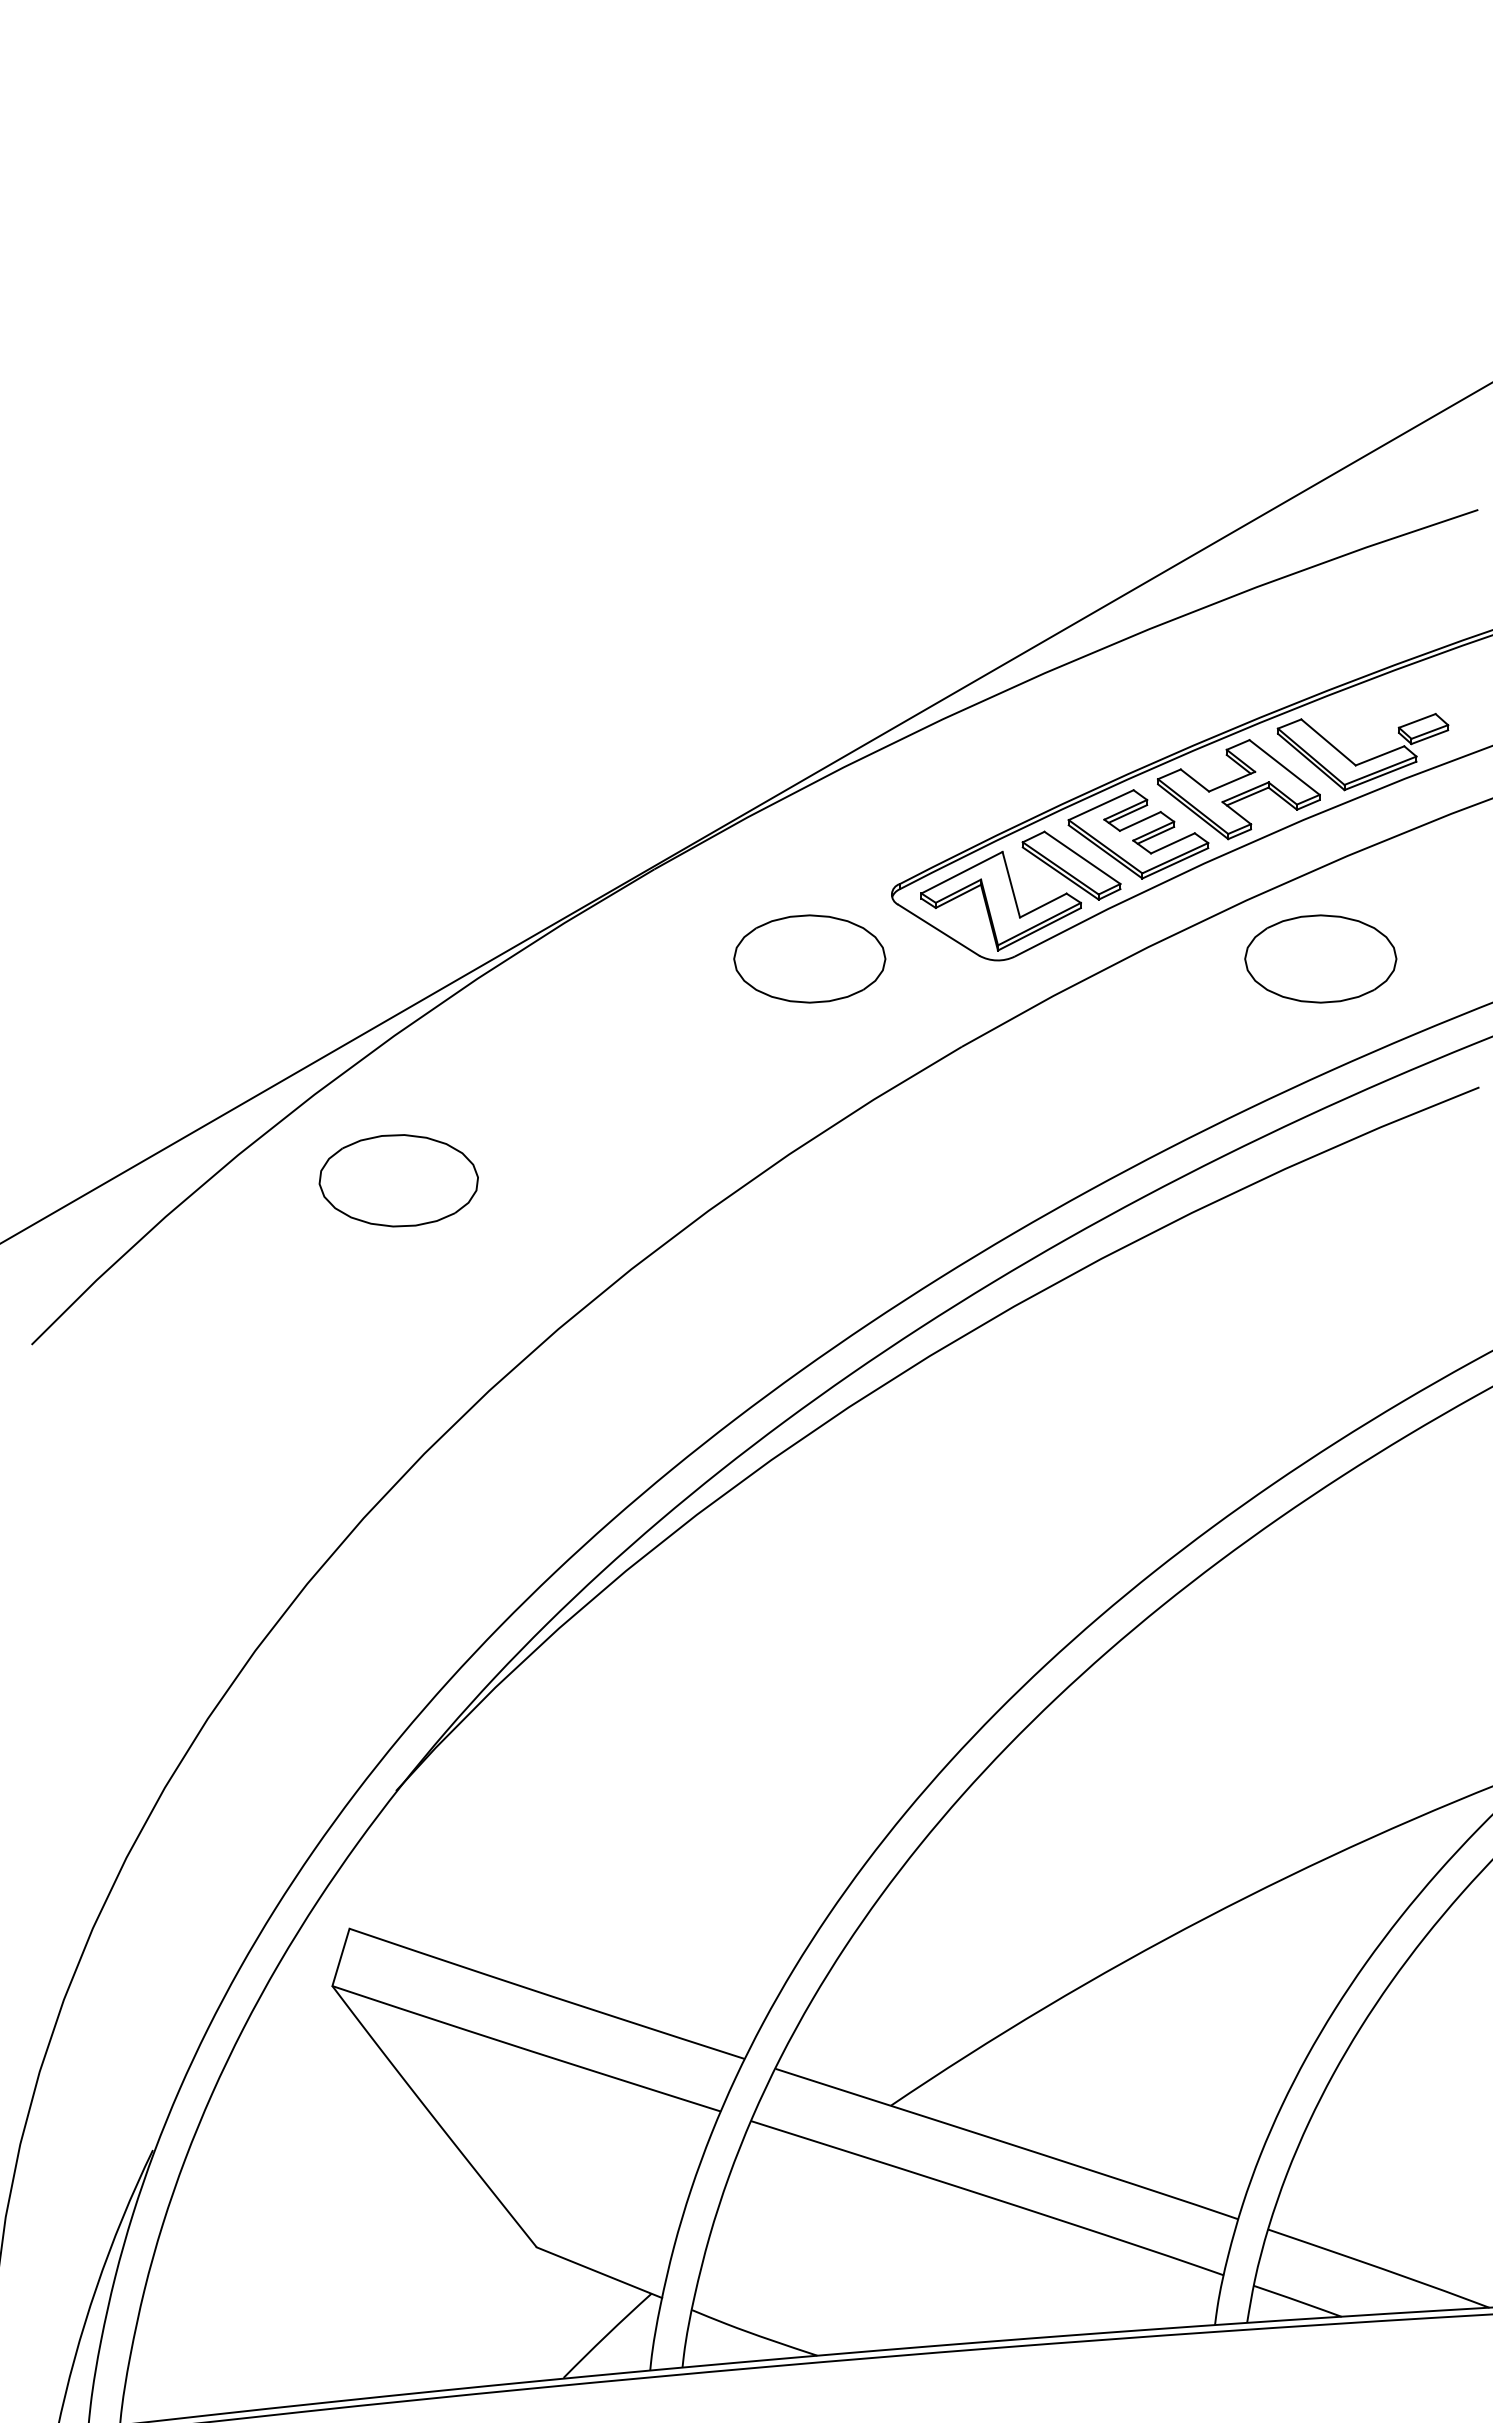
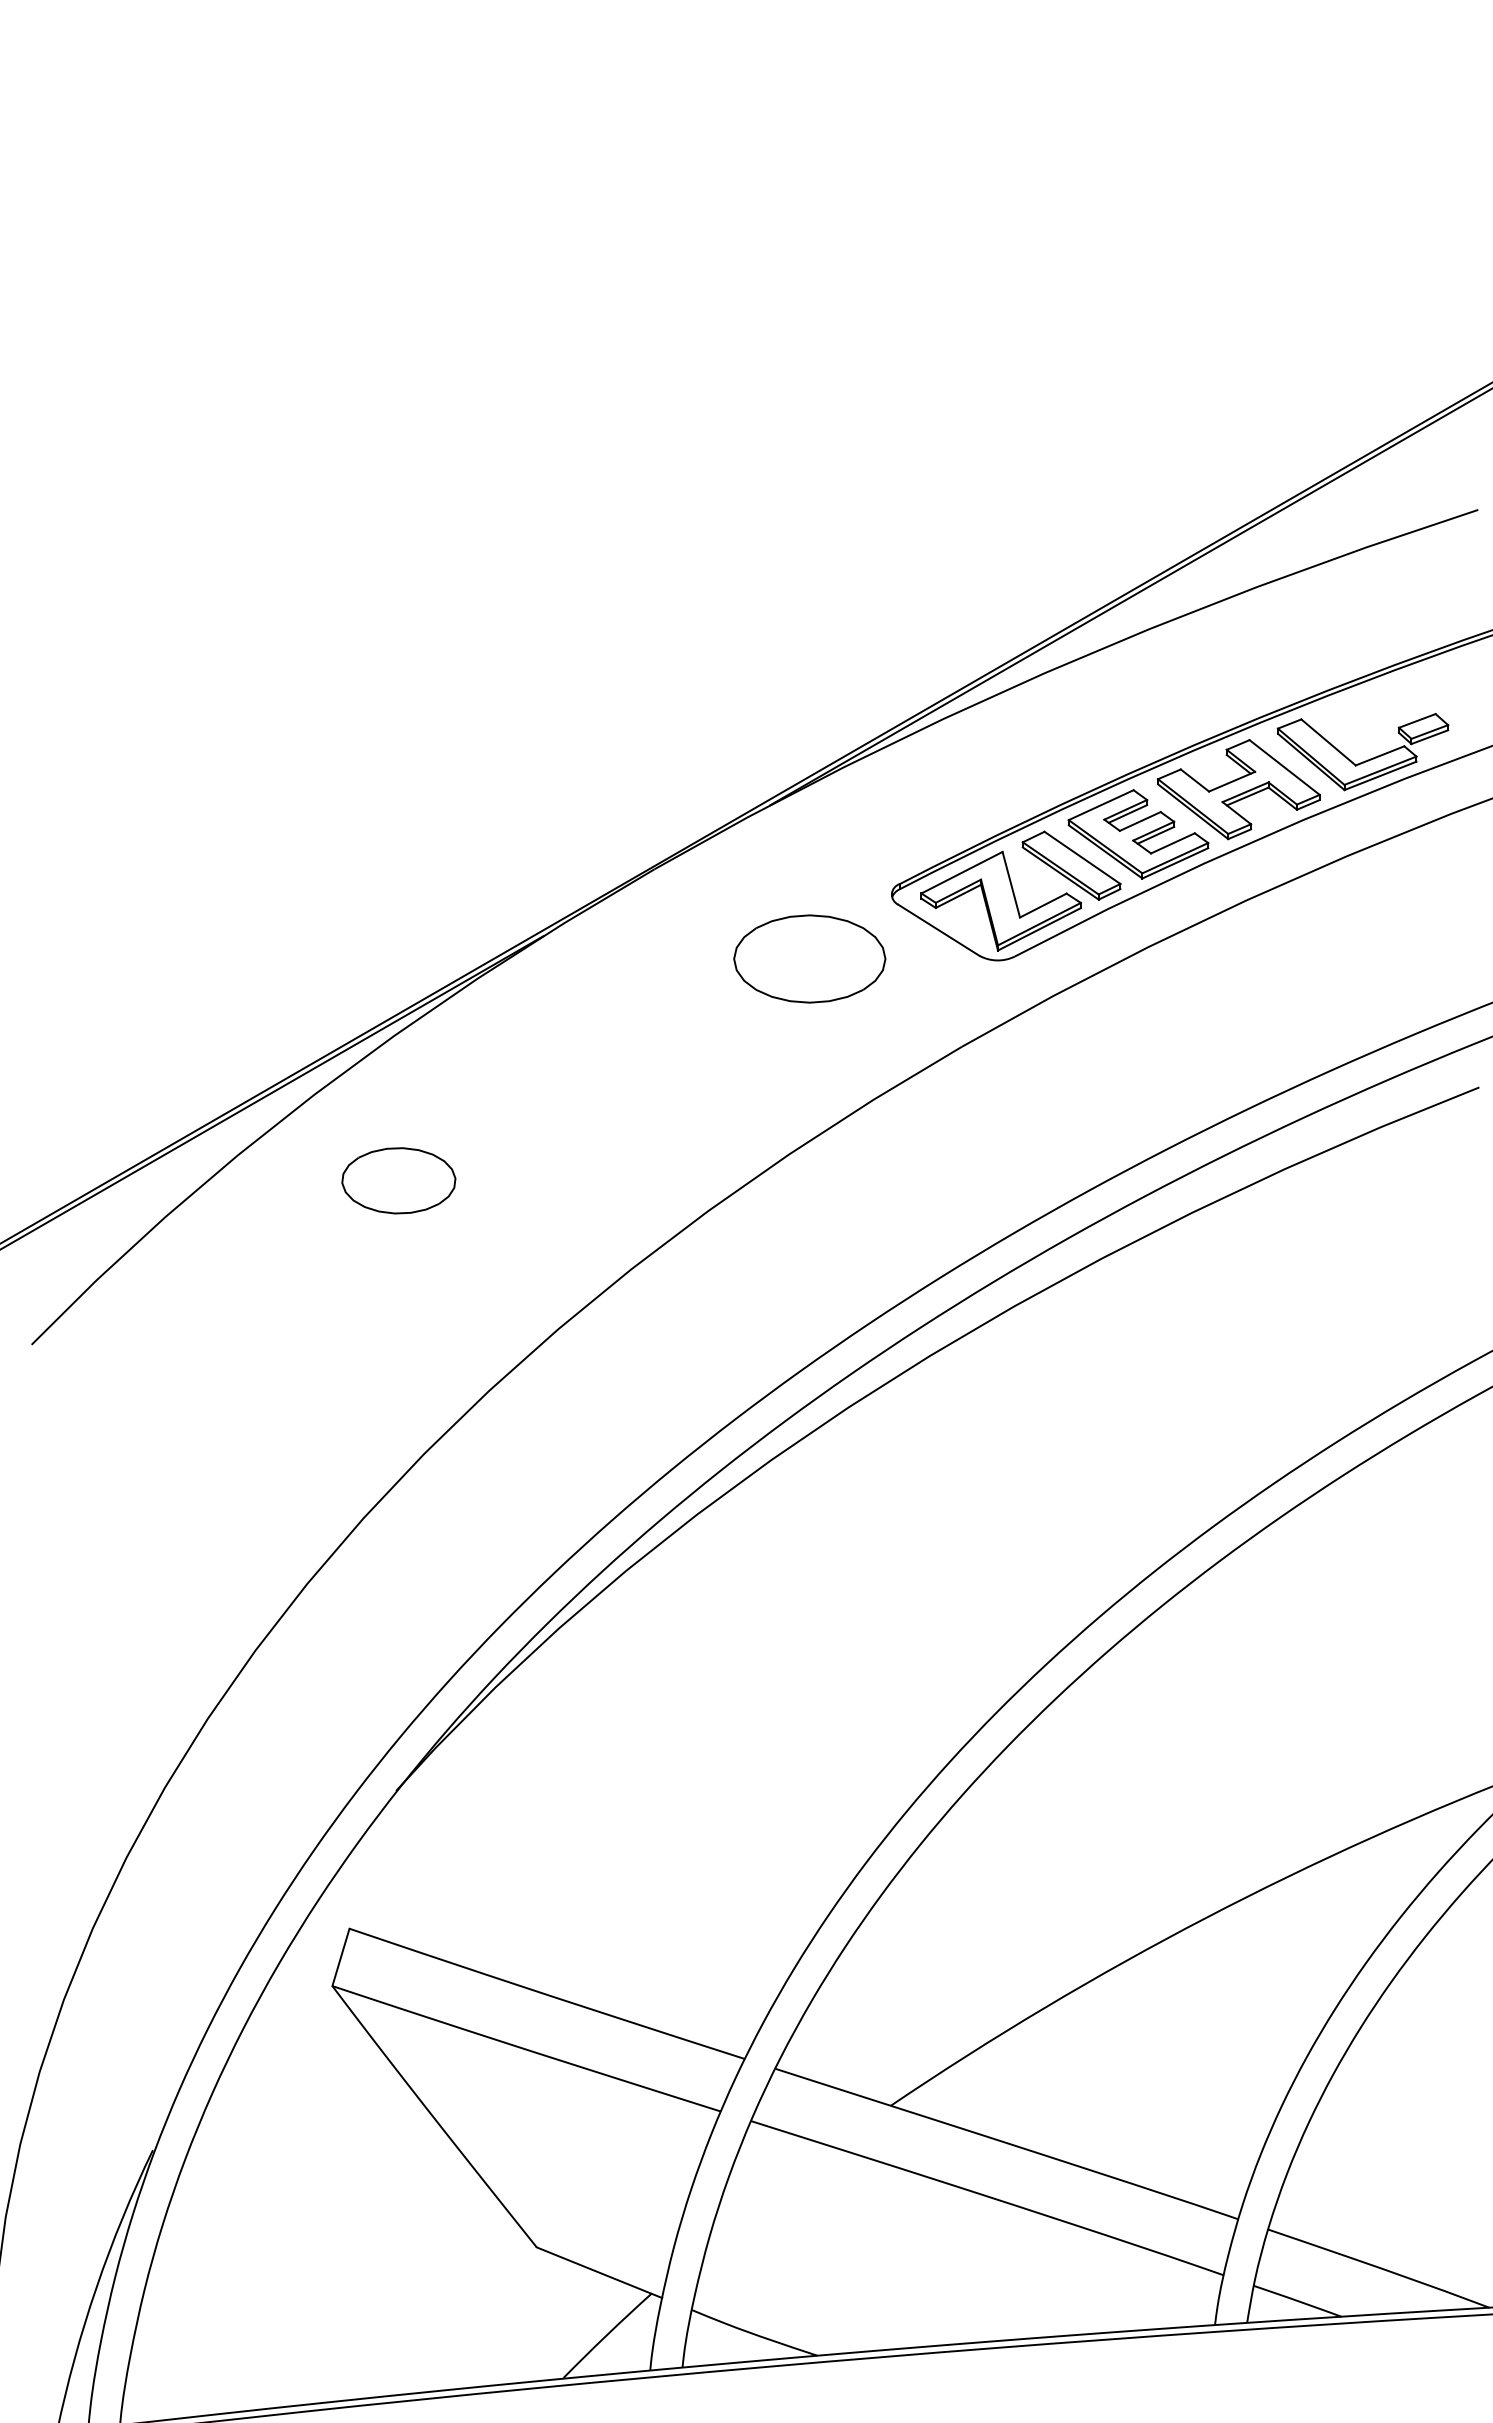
line at (1129, 597): none -> present
part at (1320, 958): present -> none
line at (272, 1092): none -> present
part at (398, 1180) size: 161x94 px -> 116x68 px
